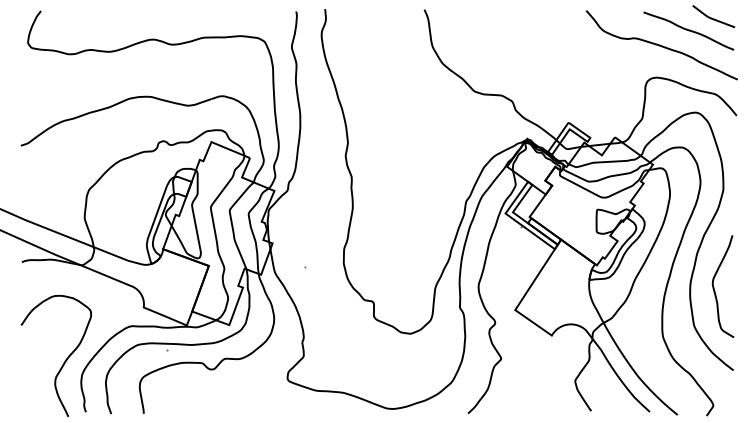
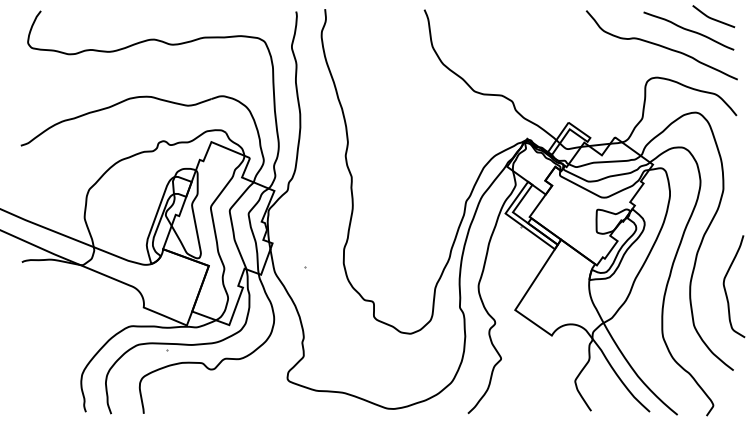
curve at (714, 286) position: (714, 286) -> (725, 286)
curve at (65, 359): present -> none
